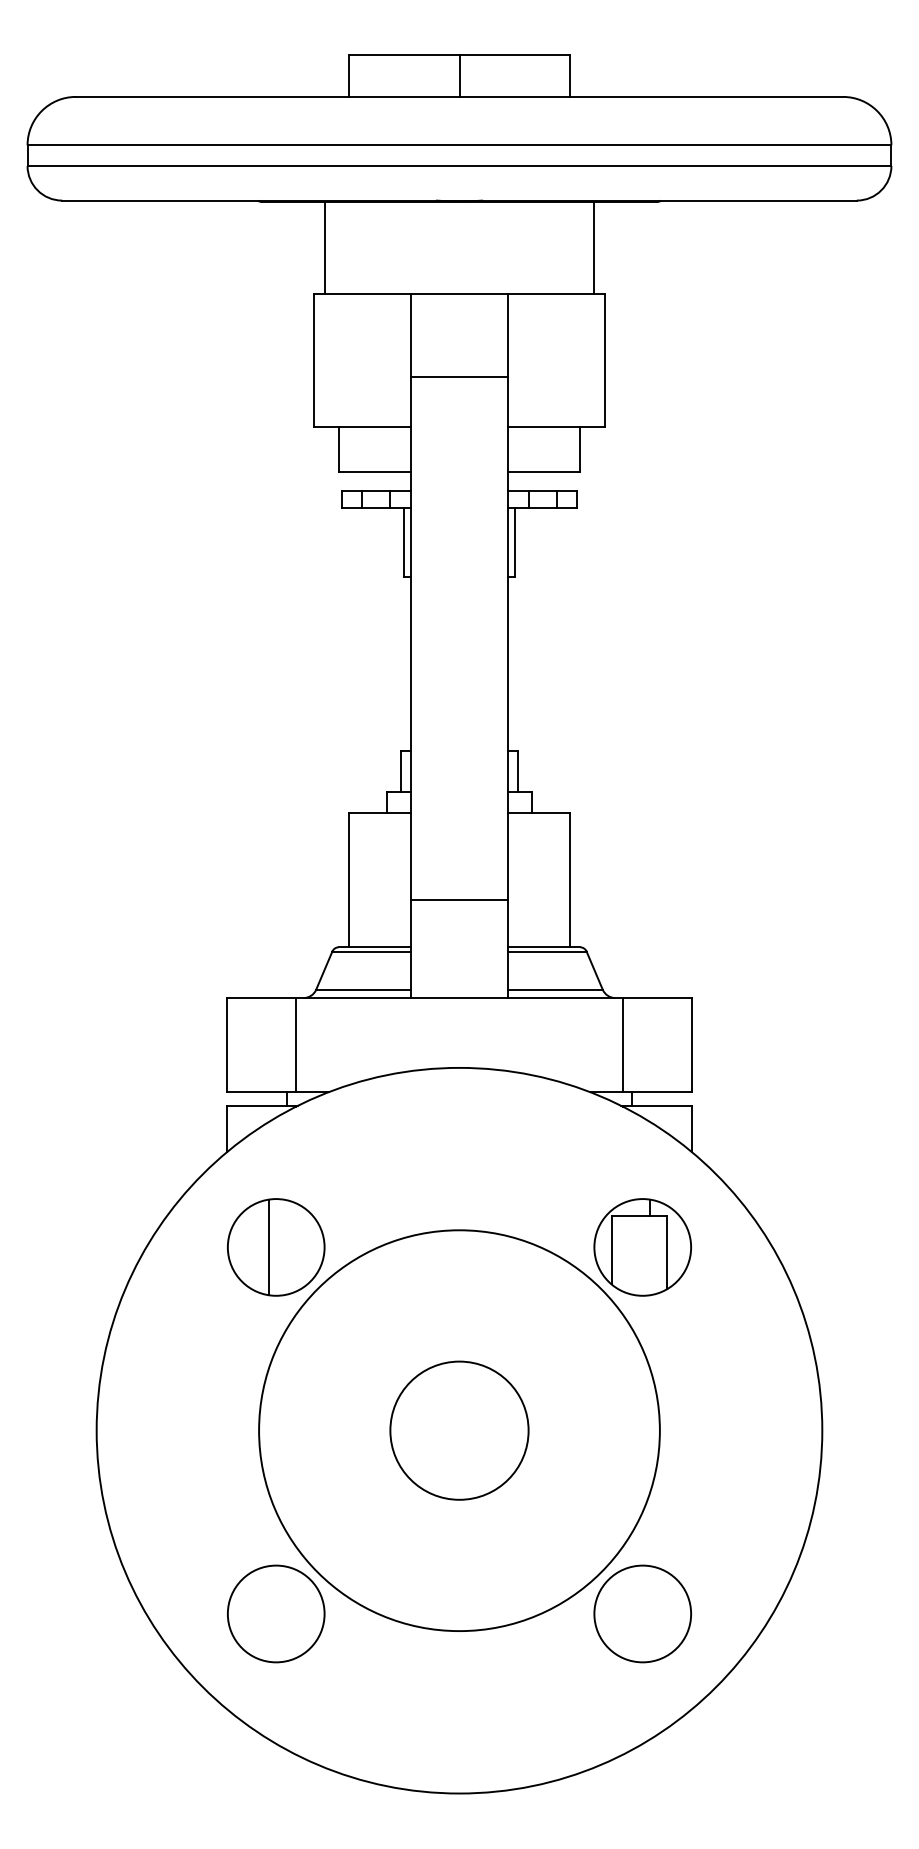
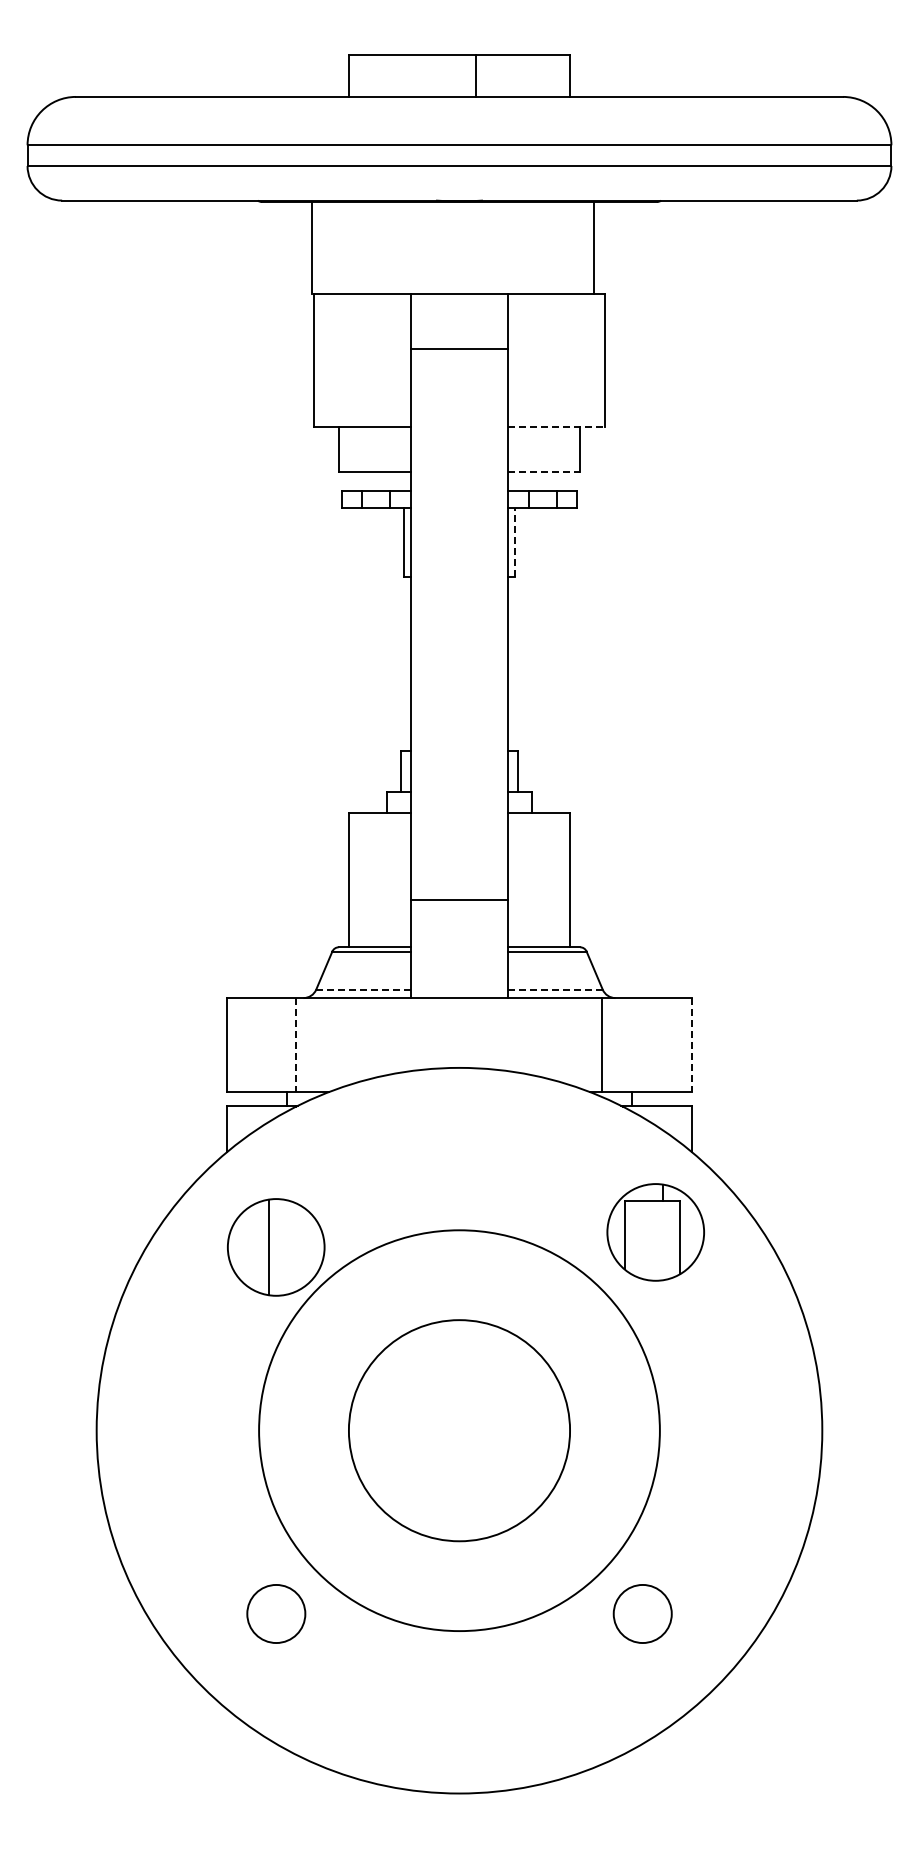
line at (459, 75) position: (459, 75) -> (475, 75)
line at (324, 247) position: (324, 247) -> (311, 247)
line at (459, 376) position: (459, 376) -> (459, 348)
line at (556, 427): solid -> dashed
line at (544, 472): solid -> dashed
line at (514, 542): solid -> dashed
line at (364, 989): solid -> dashed
line at (555, 989): solid -> dashed
line at (295, 1045): solid -> dashed
line at (623, 1045) position: (623, 1045) -> (602, 1045)
line at (692, 1045): solid -> dashed
part at (642, 1247) position: (642, 1247) -> (655, 1232)
circle at (459, 1430) diameter: 138 px -> 221 px
circle at (276, 1613) size: 99x100 px -> 61x60 px
circle at (642, 1613) diameter: 97 px -> 58 px
